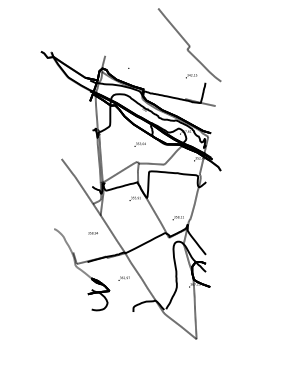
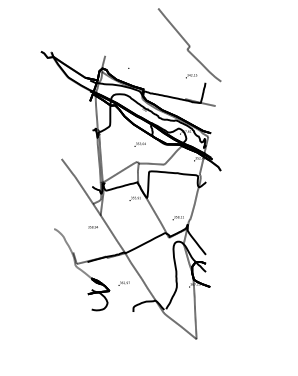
text at (92, 233) position: (92, 233) -> (92, 227)
text at (123, 278) position: (123, 278) -> (123, 283)
